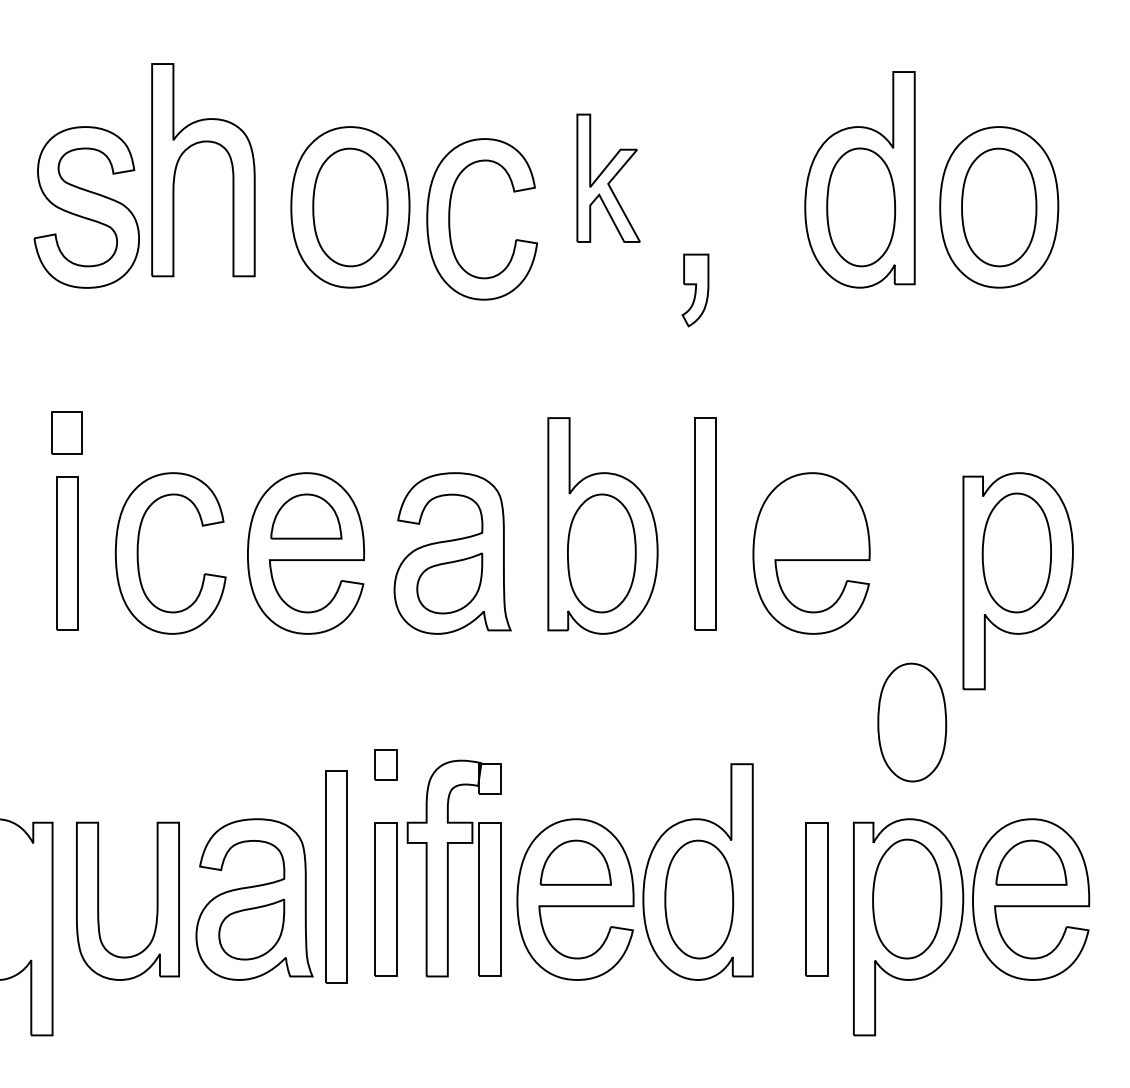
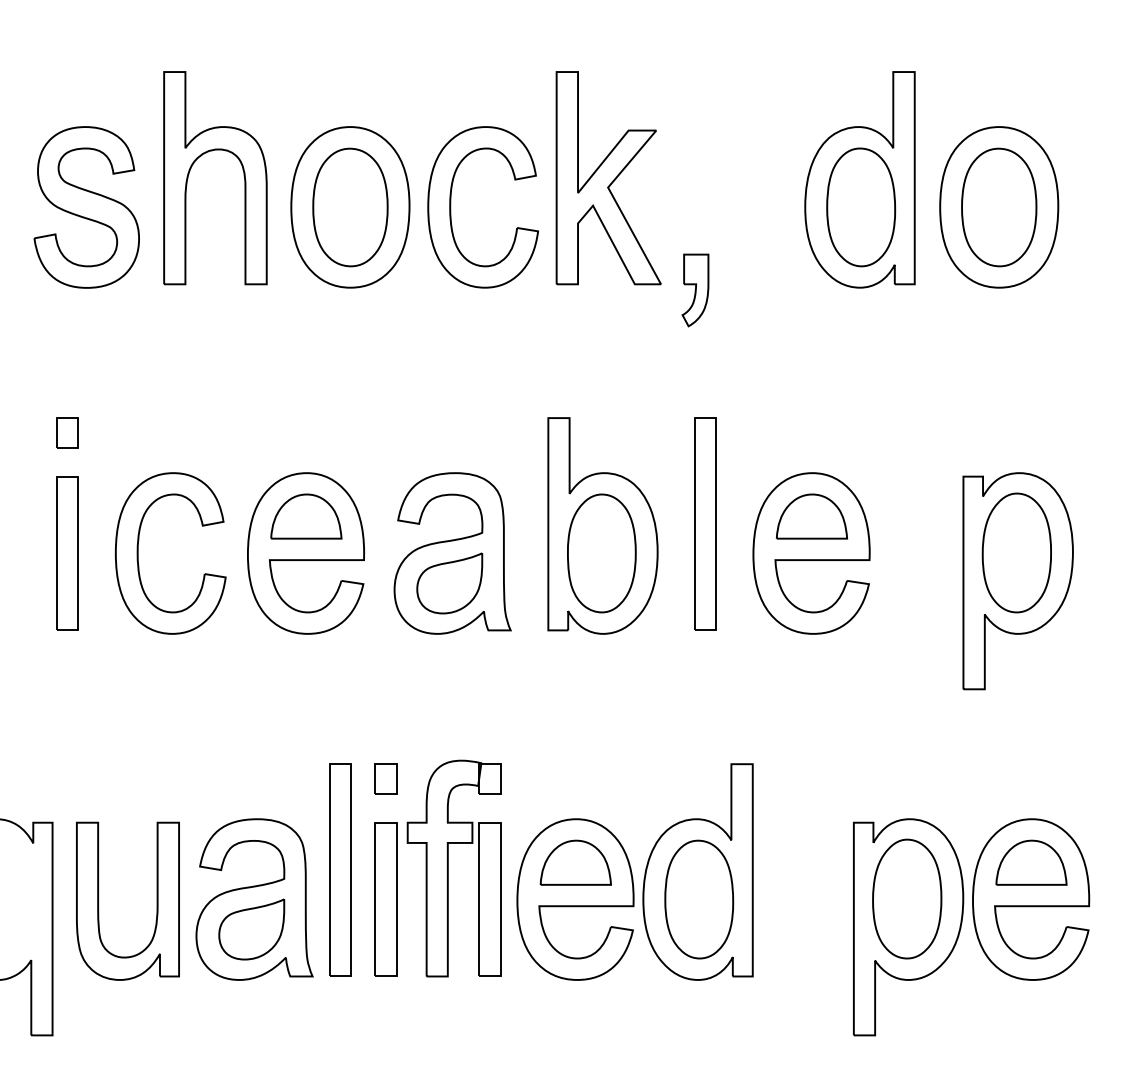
part at (182, 155) position: (182, 155) -> (194, 163)
part at (608, 177) size: 65x130 px -> 107x215 px
part at (450, 219) position: (450, 219) -> (451, 207)
part at (66, 432) size: 32x44 px -> 23x32 px
part at (811, 516): none -> present
part at (912, 722): present -> none
part at (385, 764) position: (385, 764) -> (385, 778)
part at (336, 876) position: (336, 876) -> (340, 869)
part at (816, 899): present -> none
